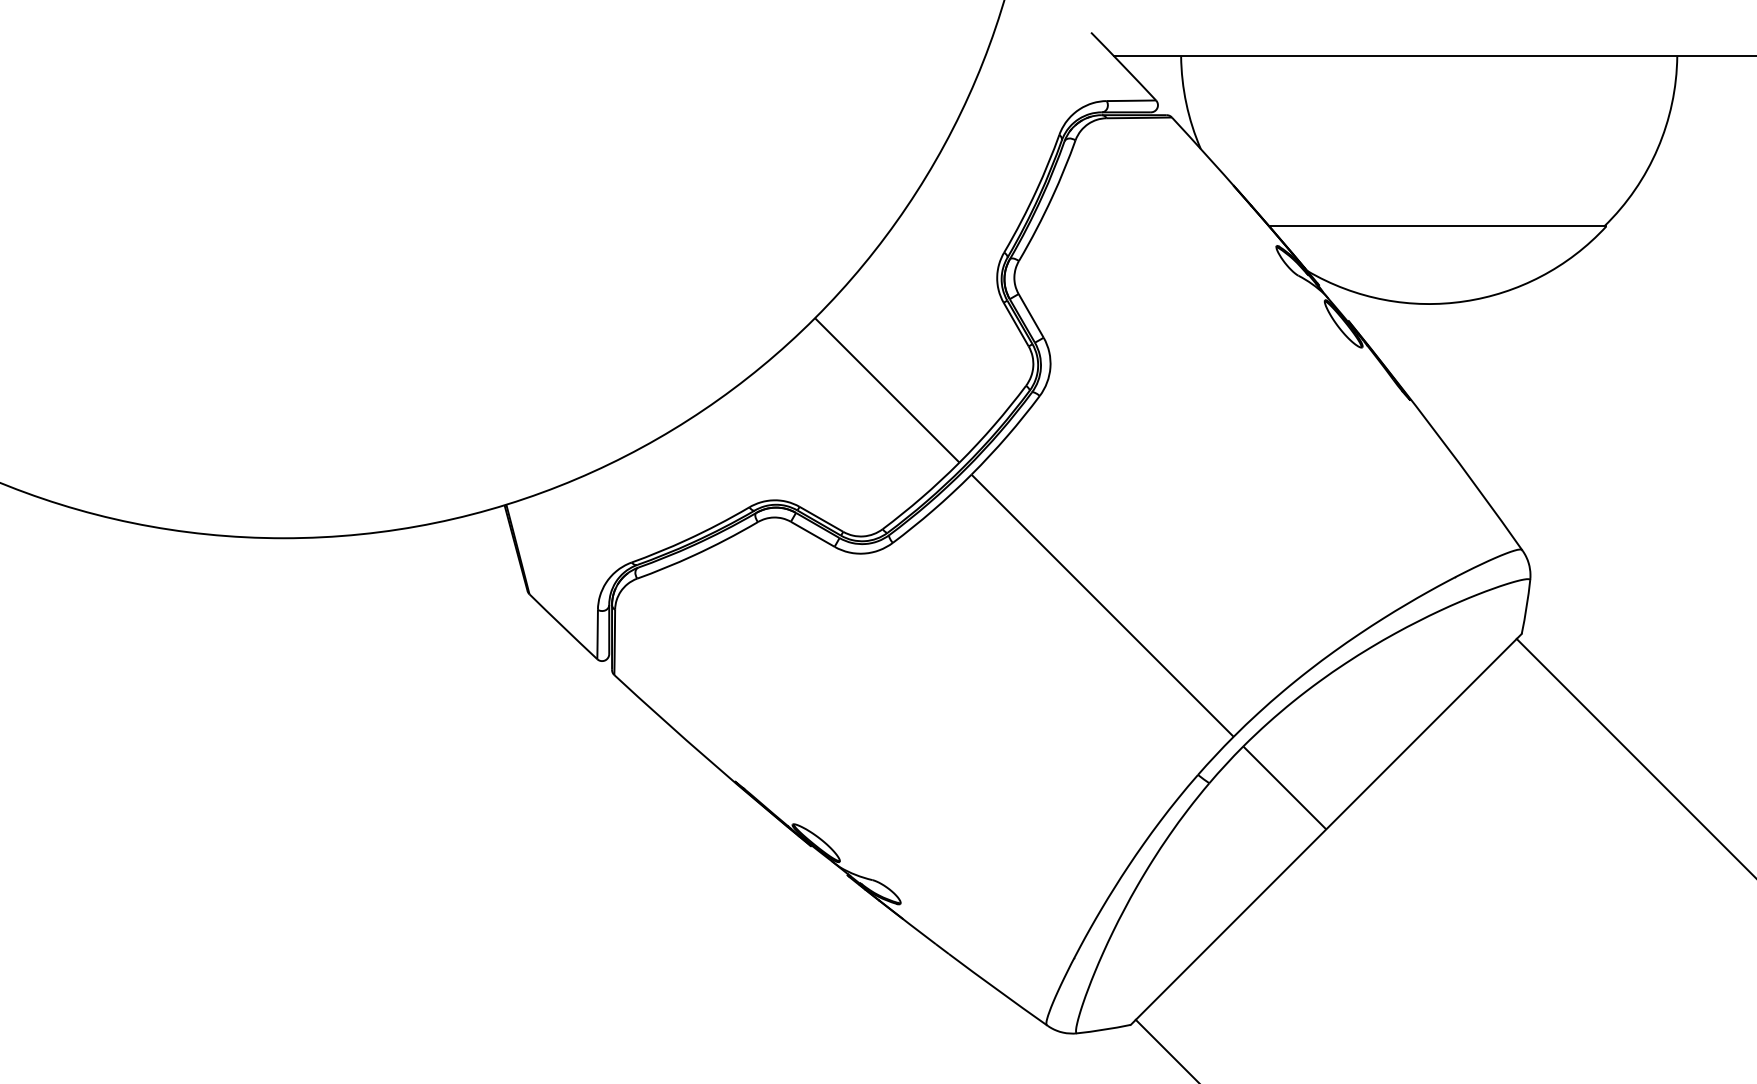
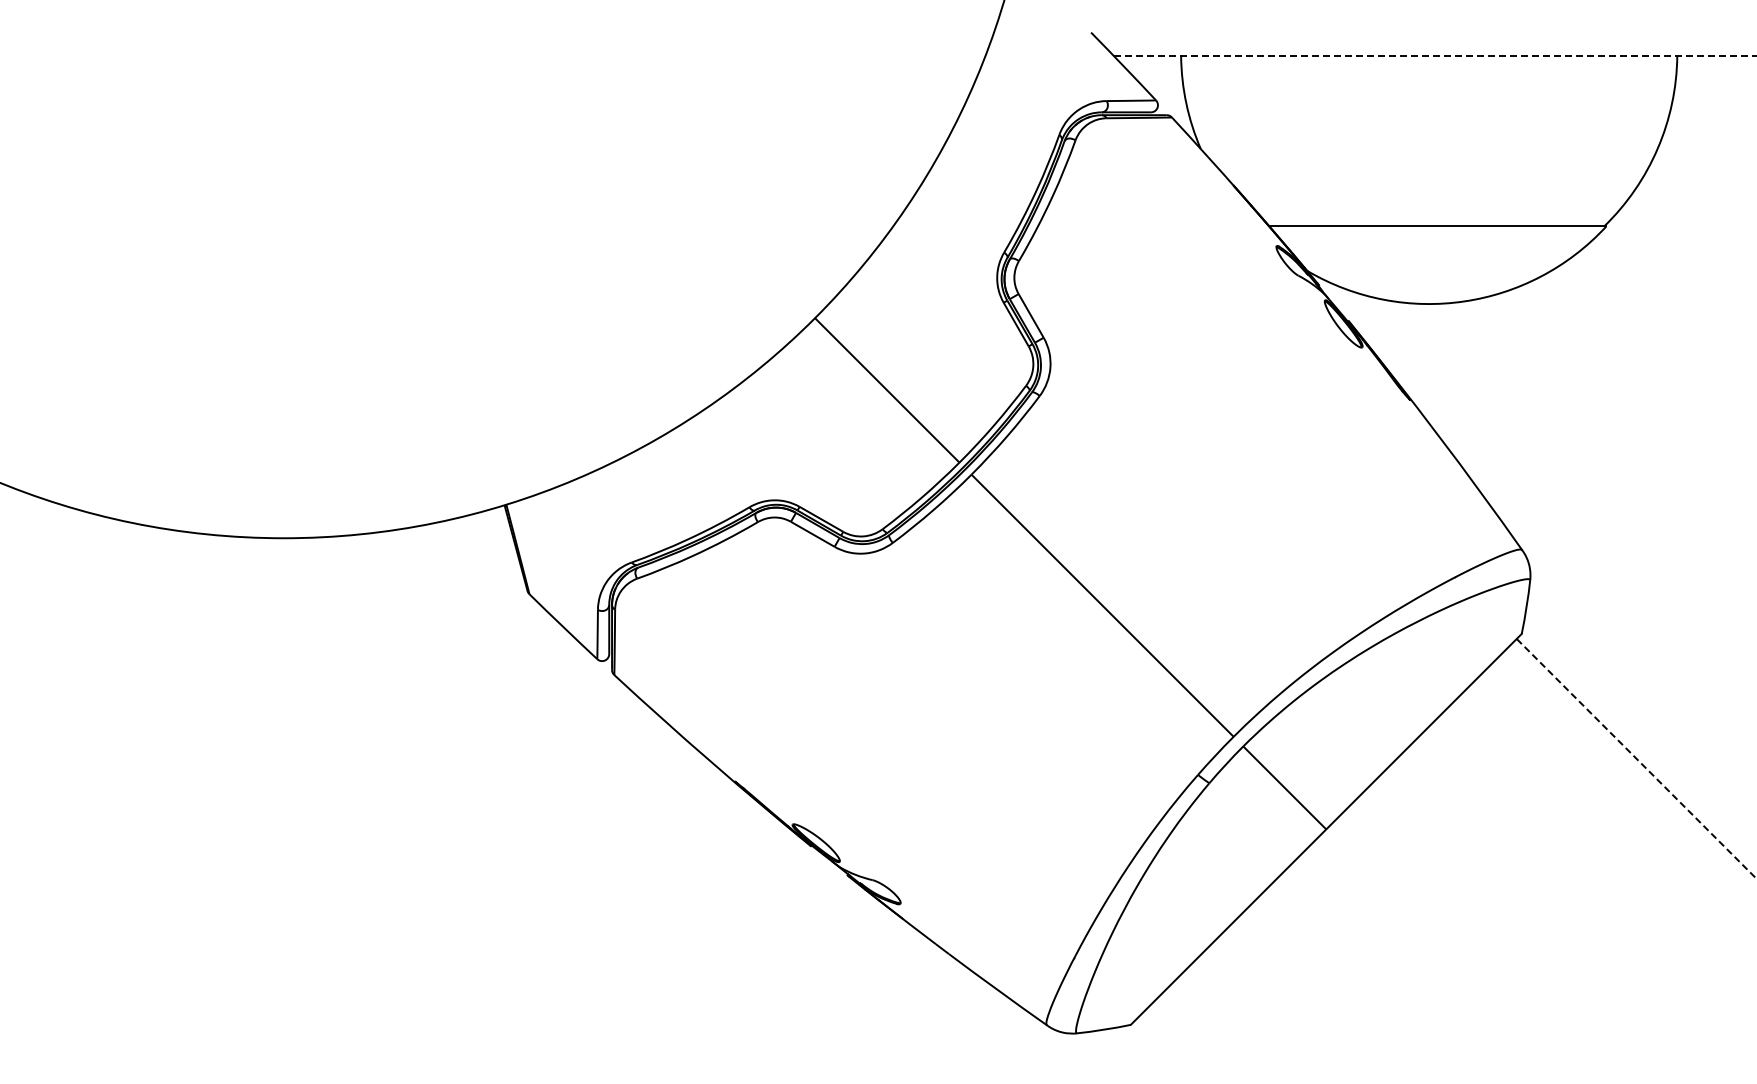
line at (1435, 56): solid -> dashed
line at (1636, 759): solid -> dashed
line at (1165, 1049): present -> none
